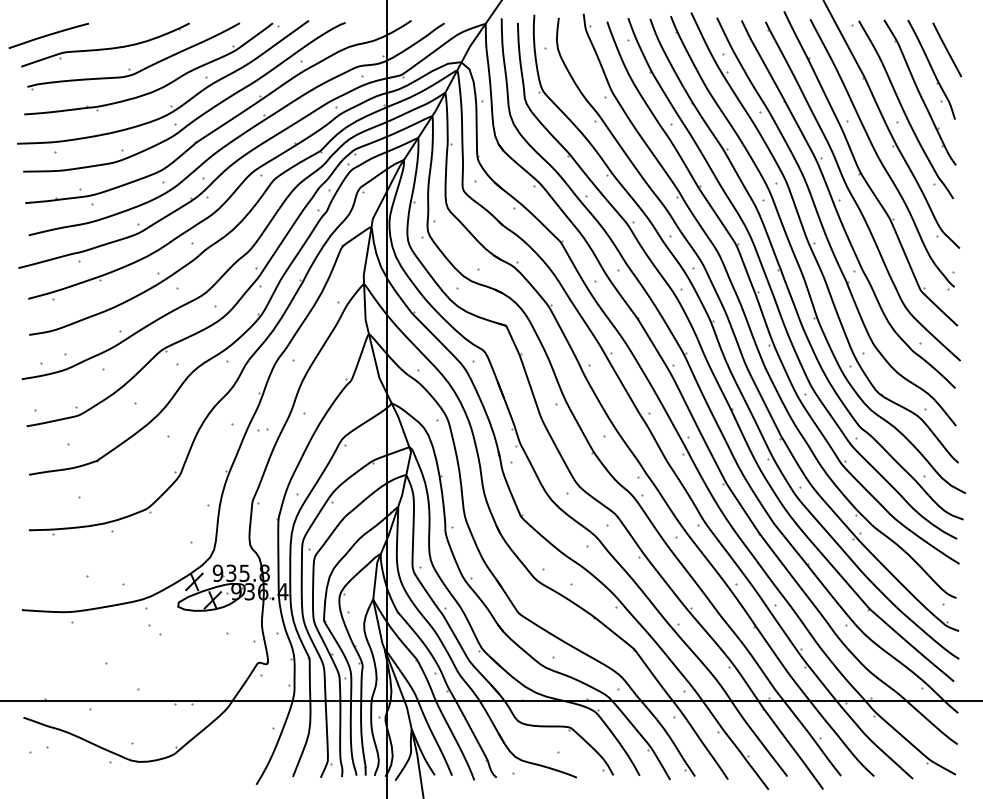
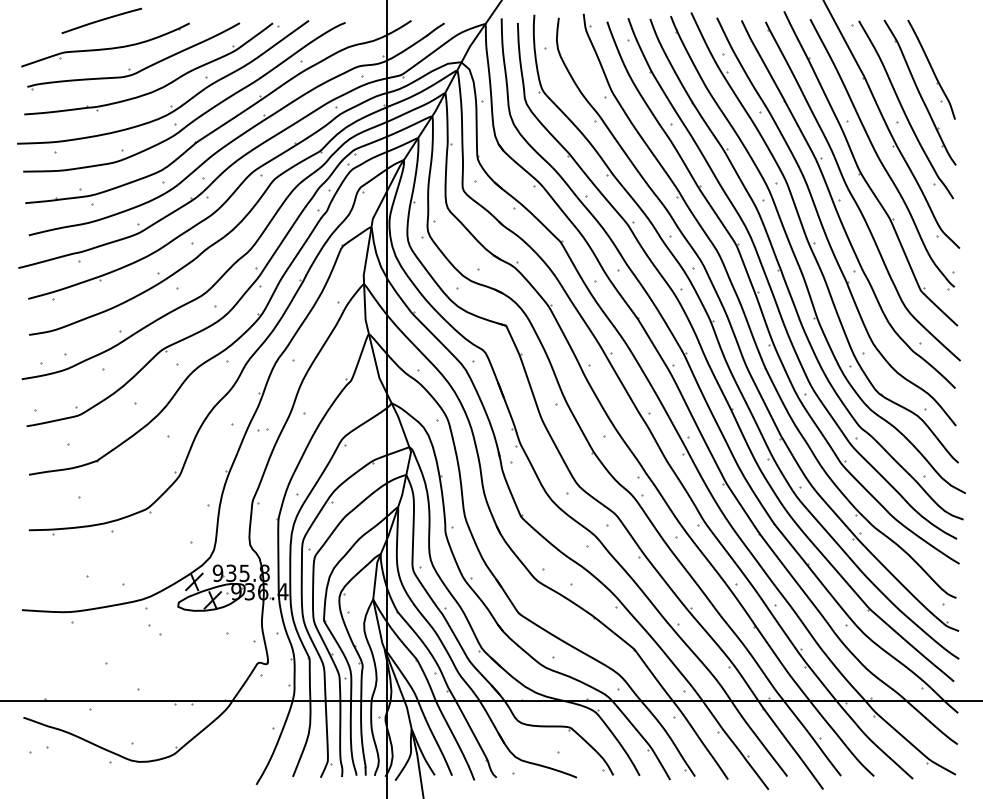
curve at (48, 35) position: (48, 35) -> (101, 20)
line at (947, 49): present -> none
